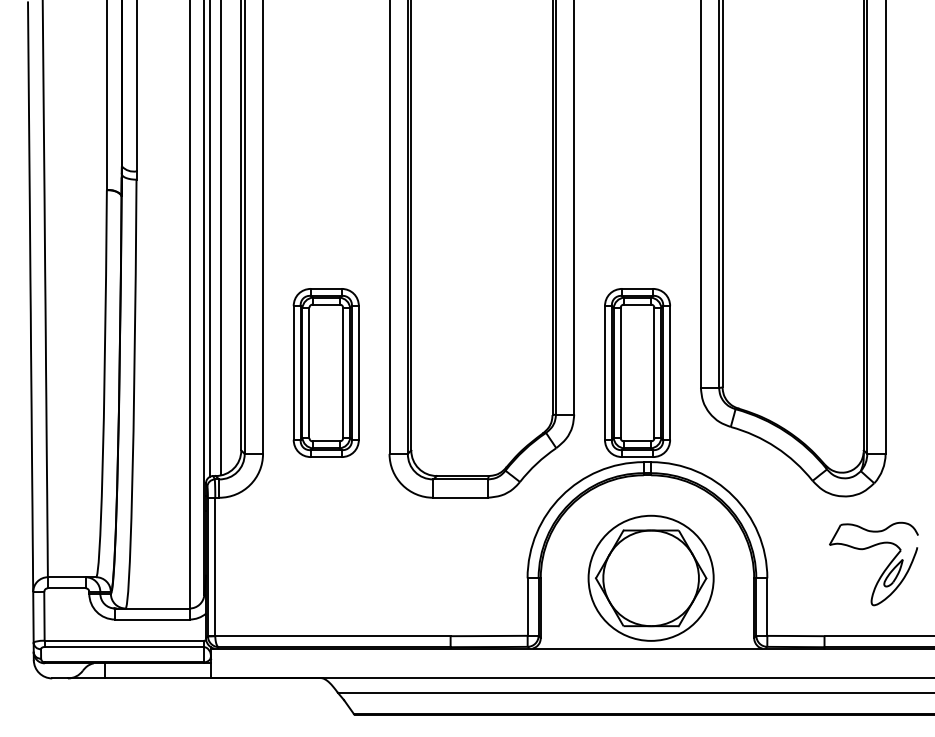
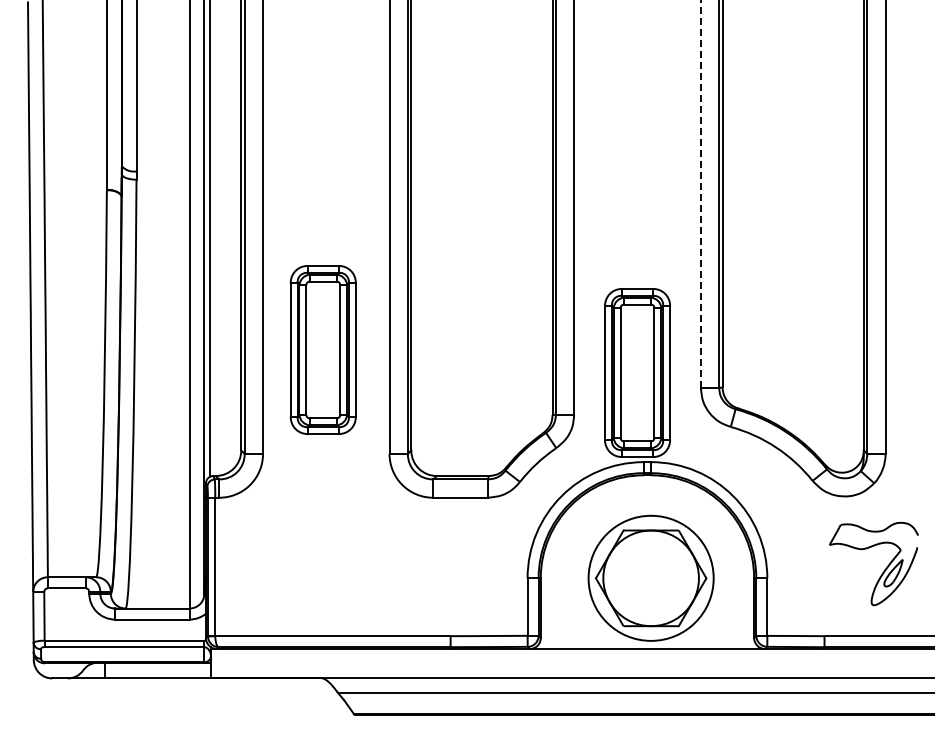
line at (700, 194): solid -> dashed
line at (221, 238): present -> none
part at (325, 372) position: (325, 372) -> (322, 349)
